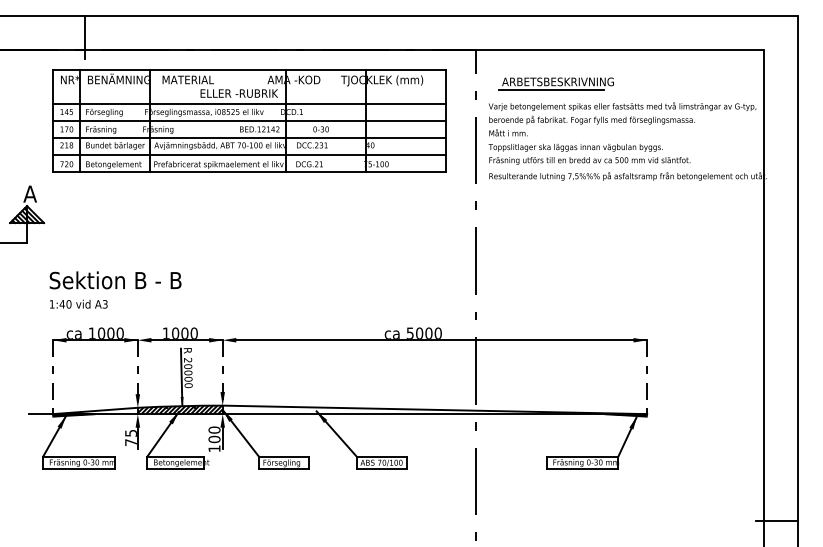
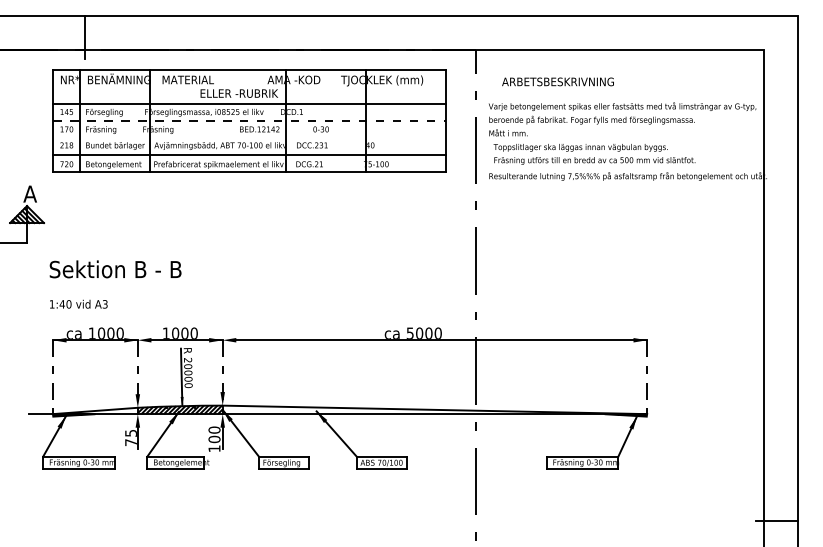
line at (551, 89): present -> none
line at (250, 120): solid -> dashed
line at (249, 137): present -> none
text at (589, 154) position: (589, 154) -> (594, 154)
text at (115, 280) position: (115, 280) -> (115, 269)
